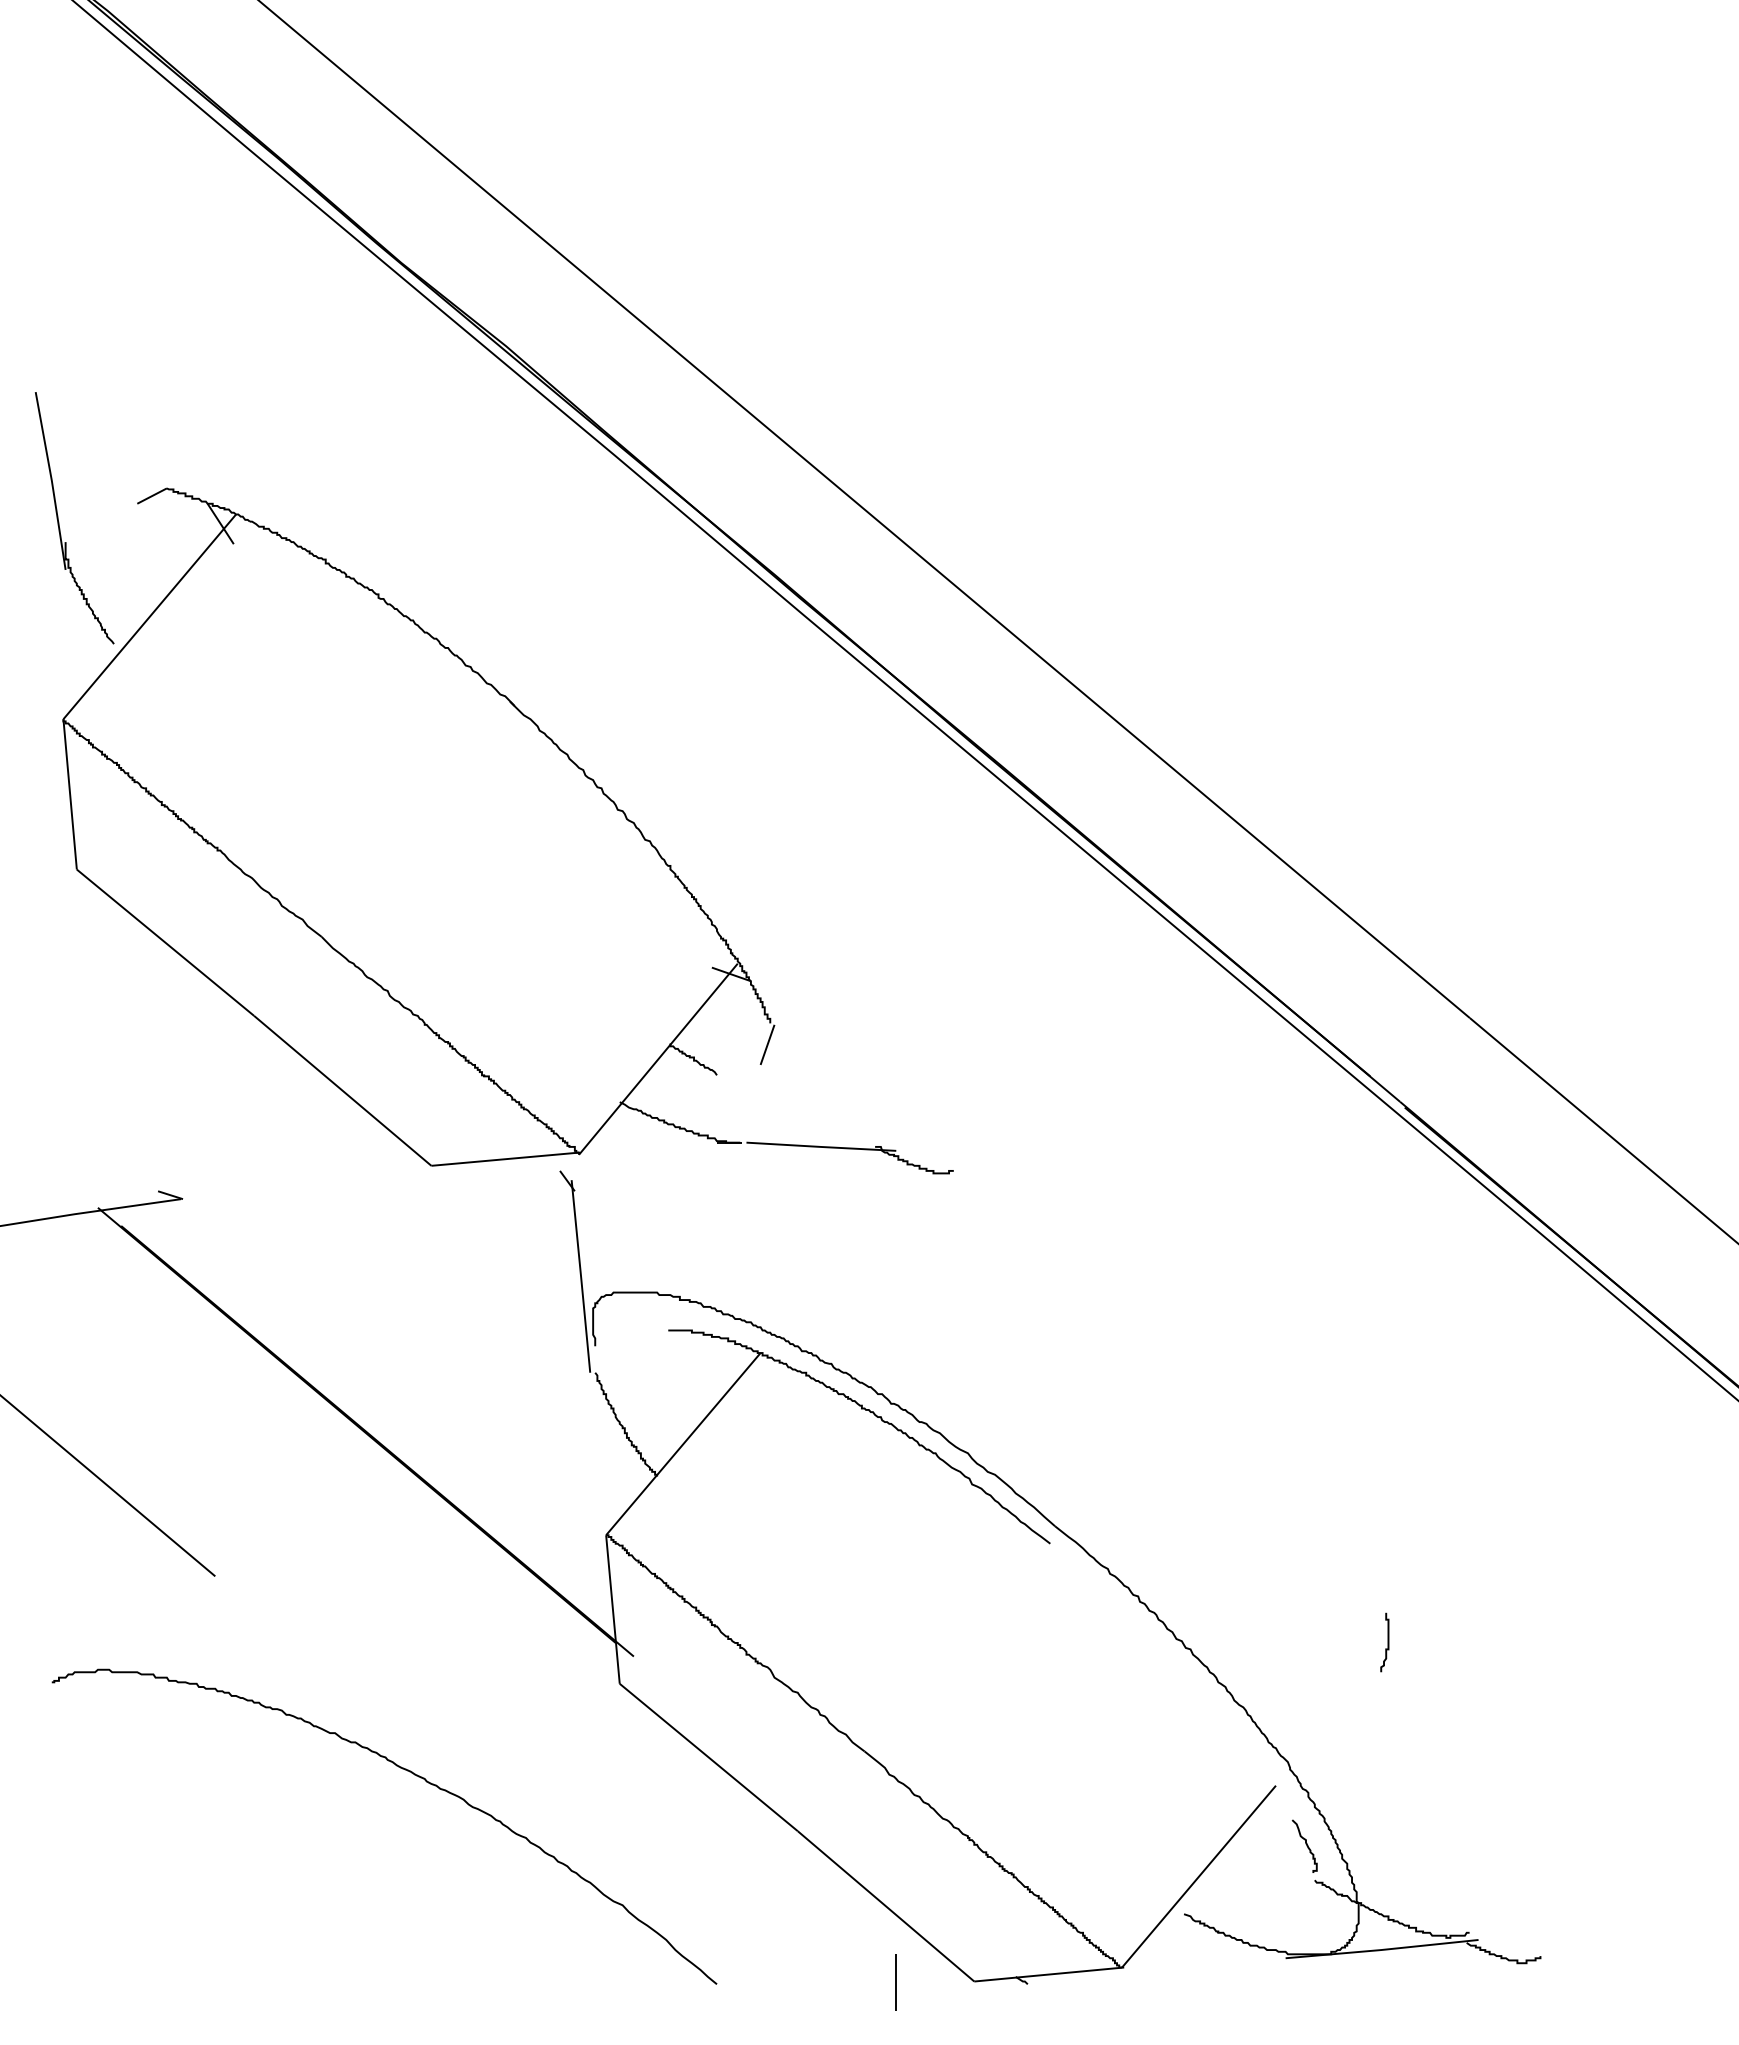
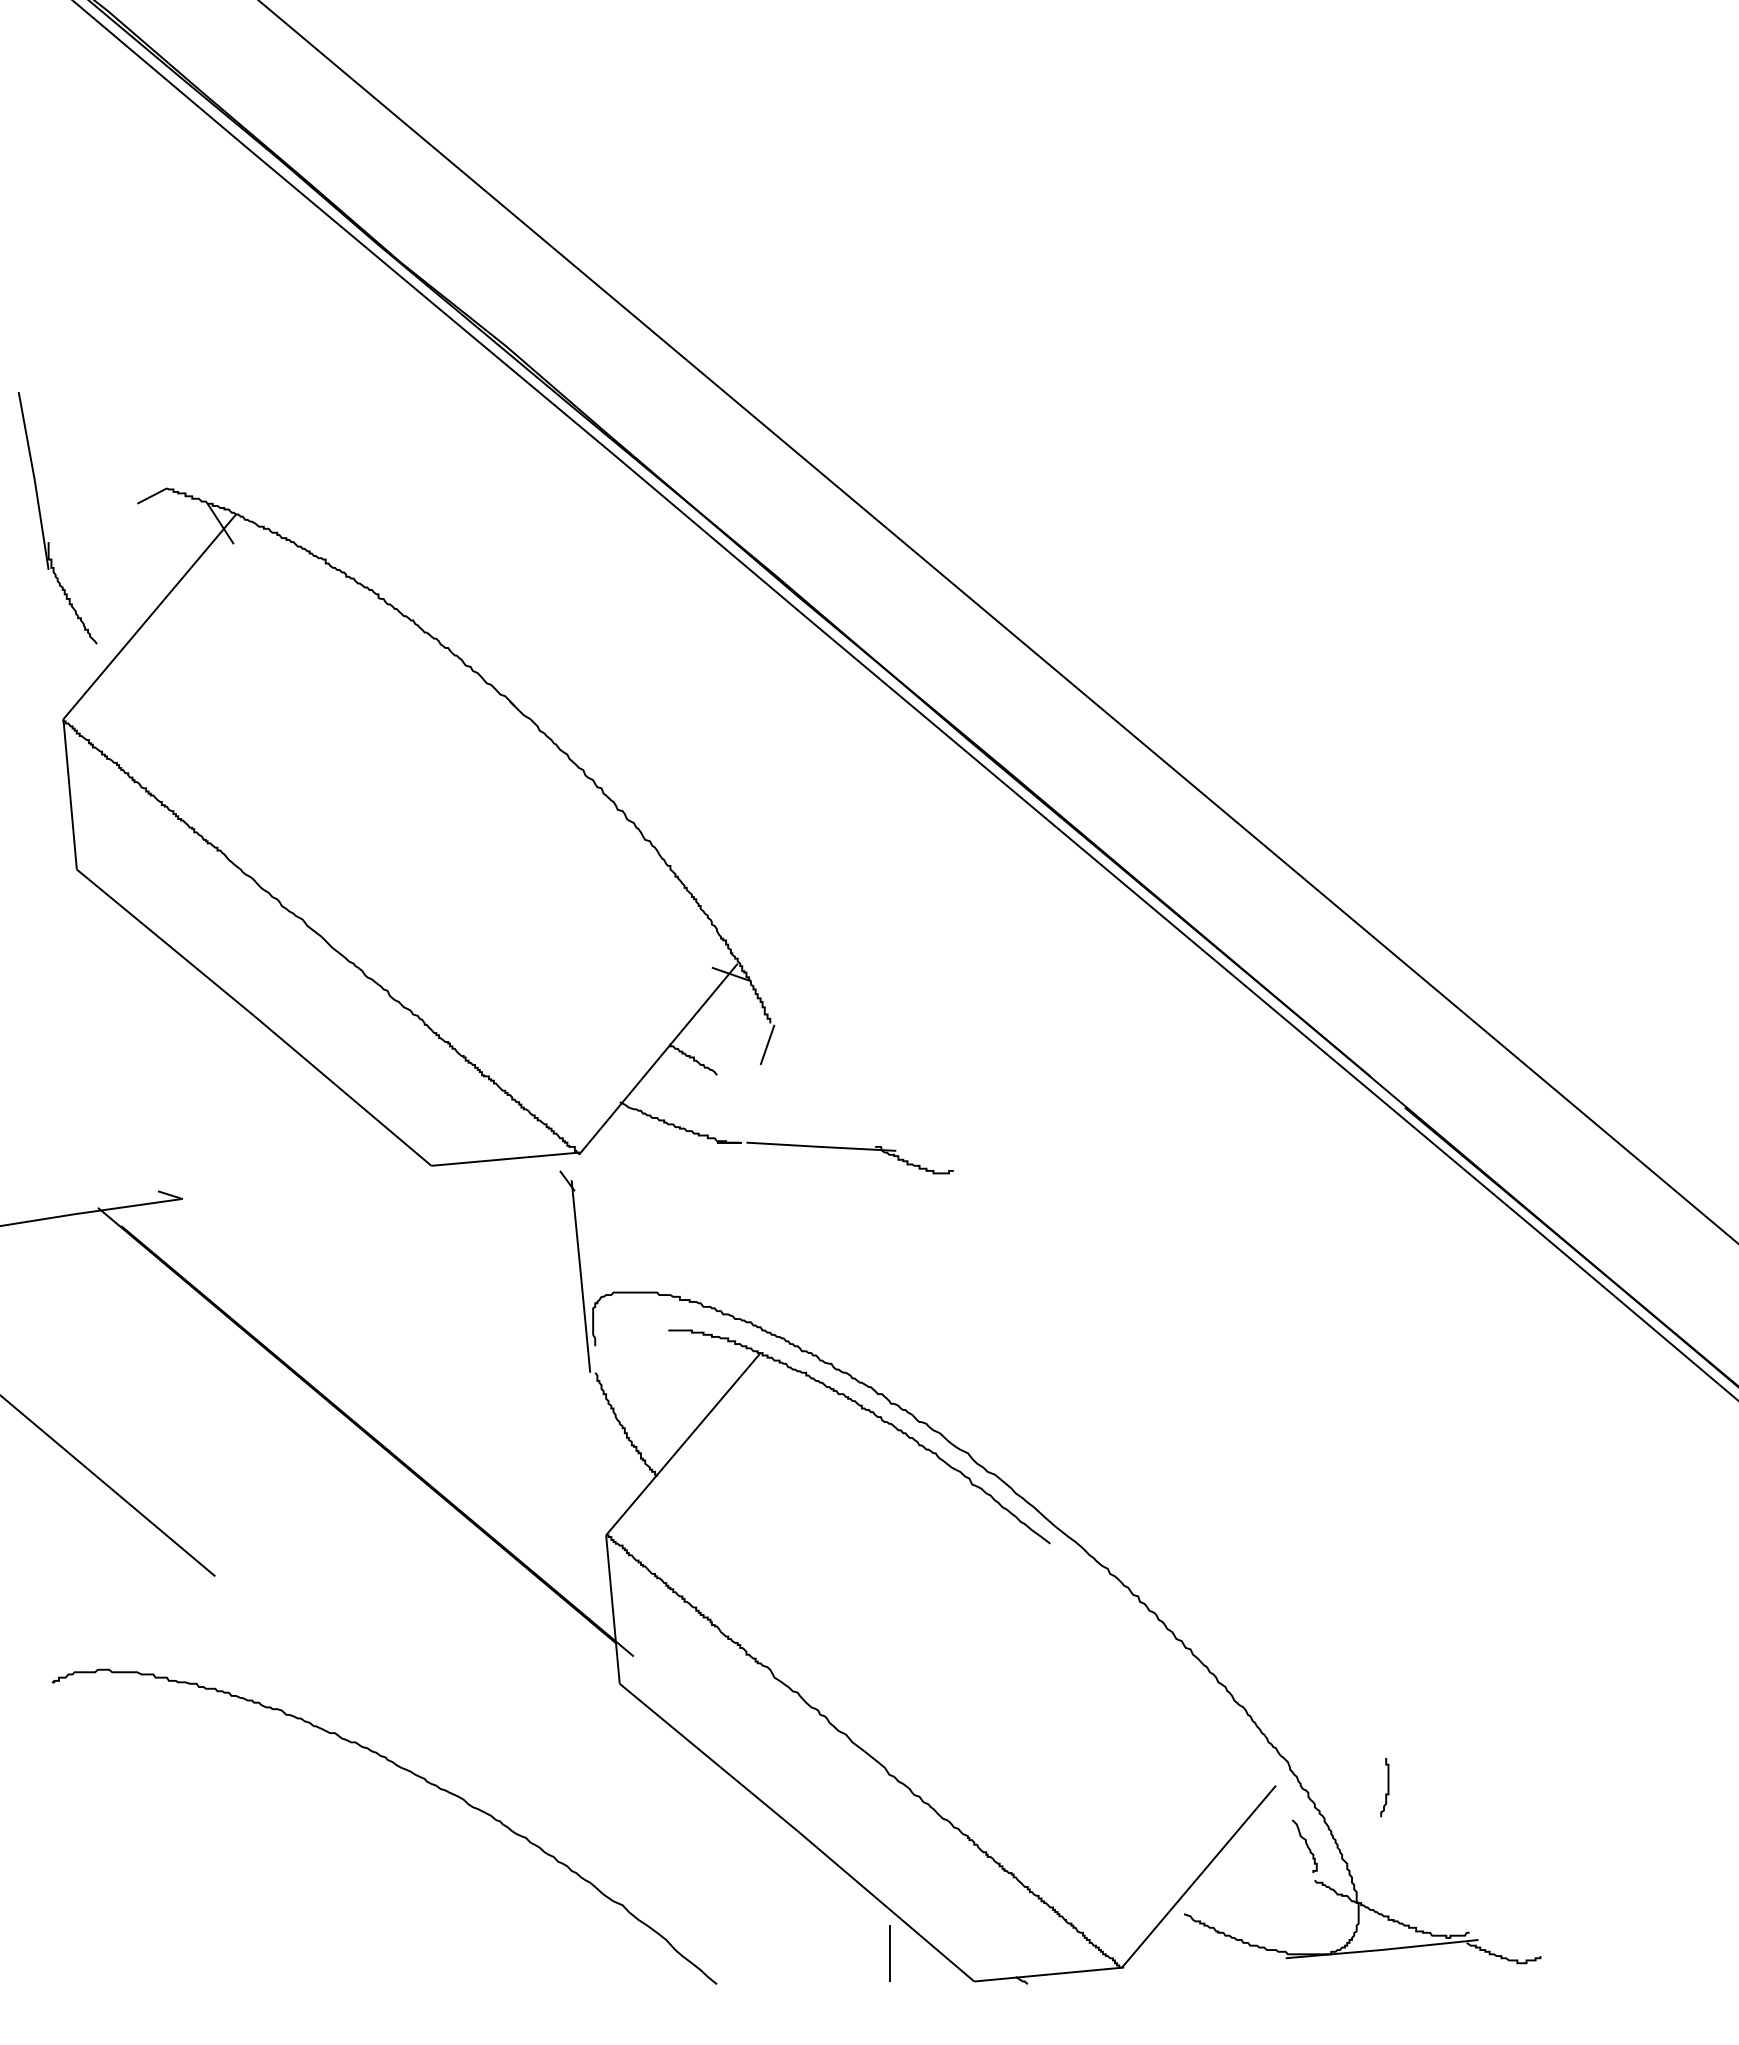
part at (59, 522) position: (59, 522) -> (42, 522)
curve at (1387, 1642) position: (1387, 1642) -> (1387, 1787)
line at (895, 1982) position: (895, 1982) -> (889, 1953)
